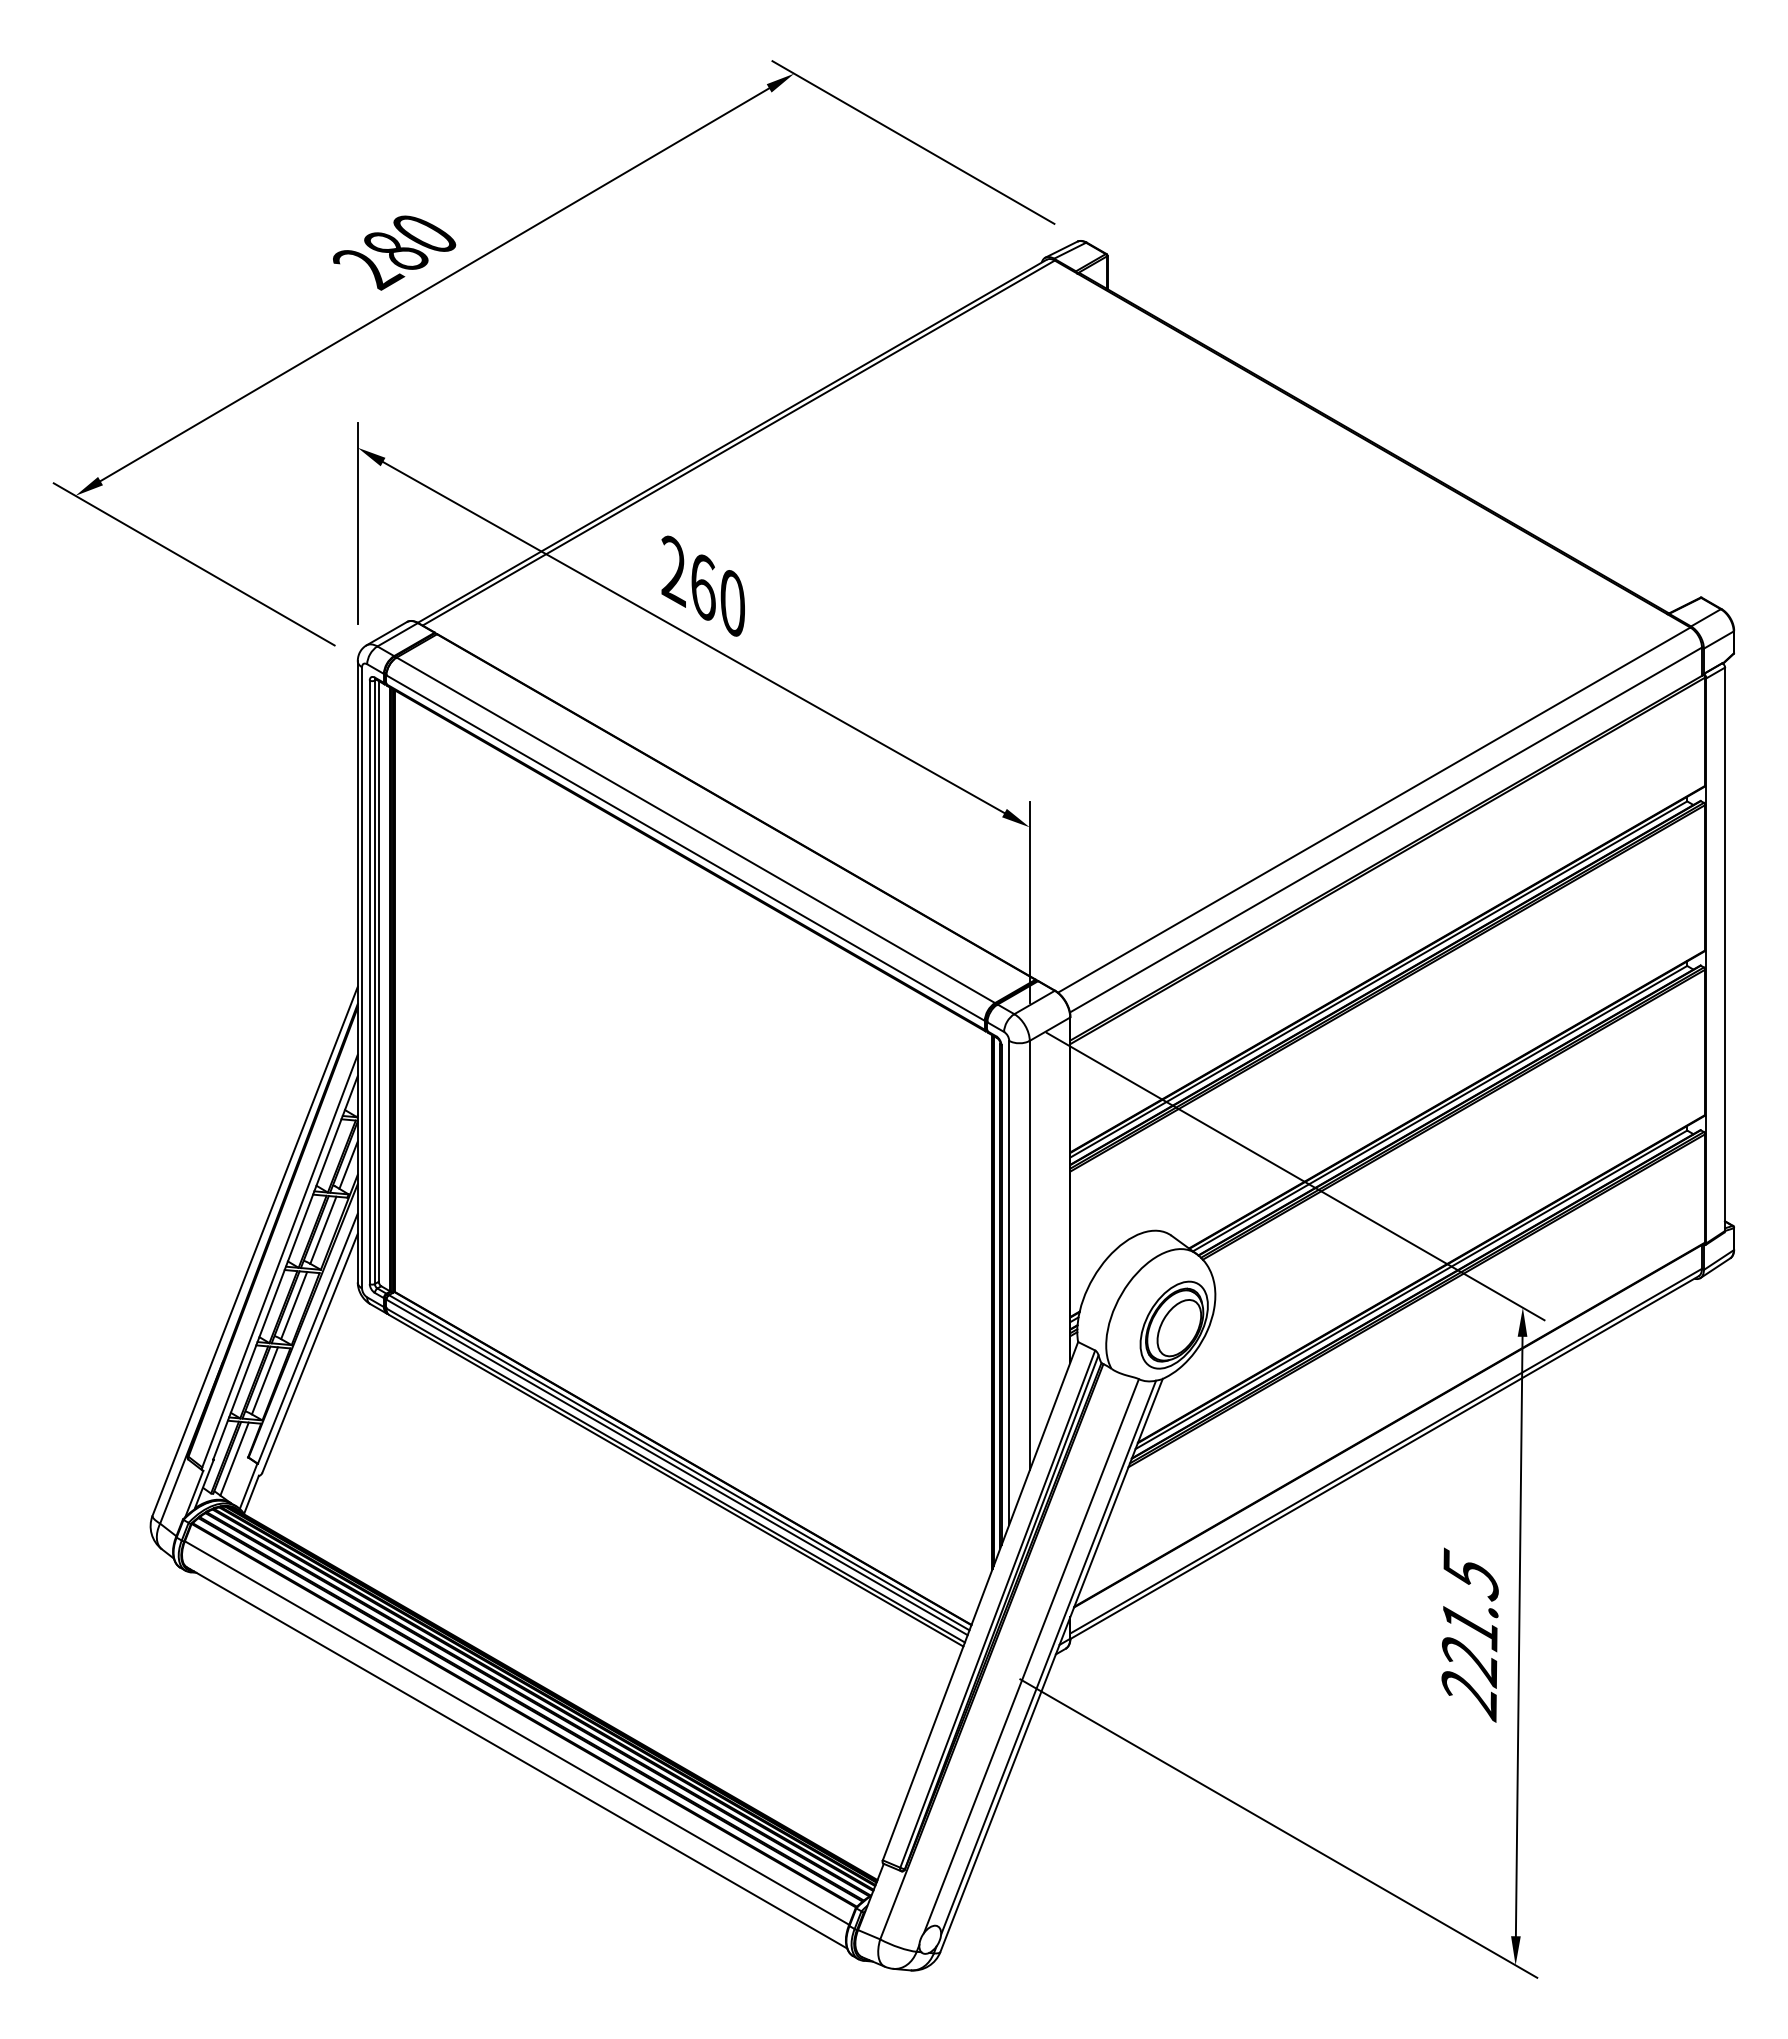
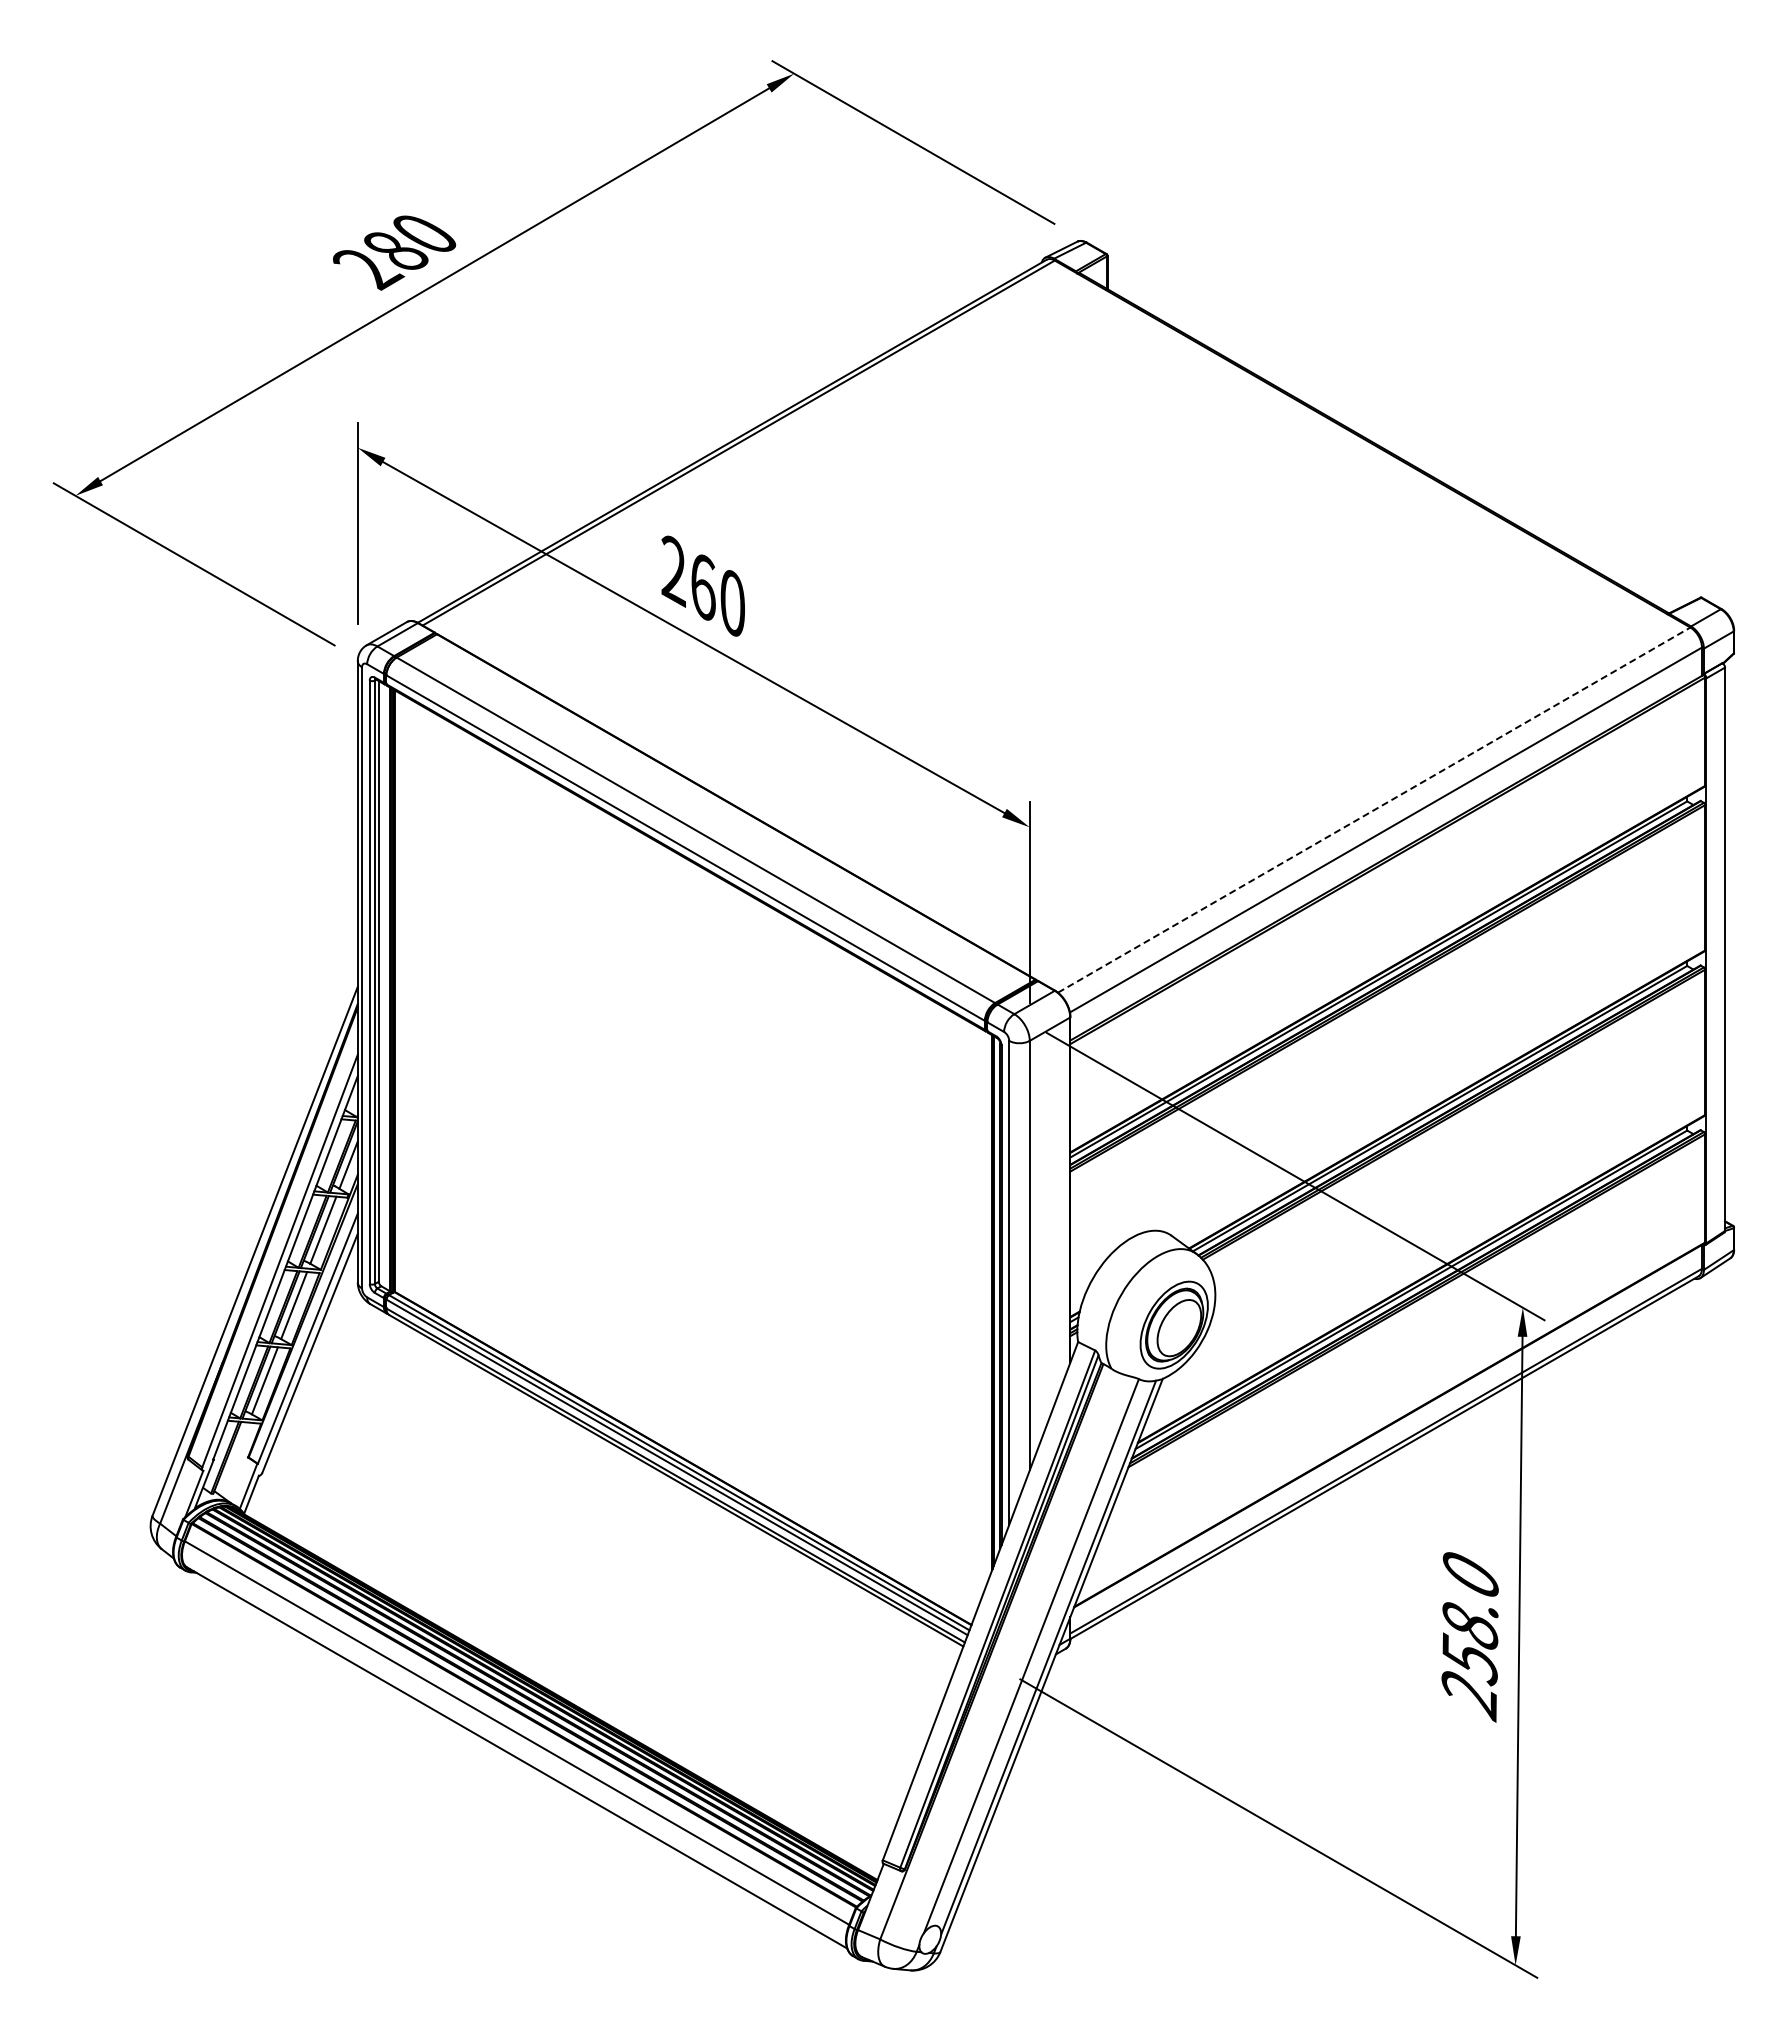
line at (1374, 809): solid -> dashed
line at (234, 1458): present -> none
text at (1470, 1617): 221.5 -> 258.0
